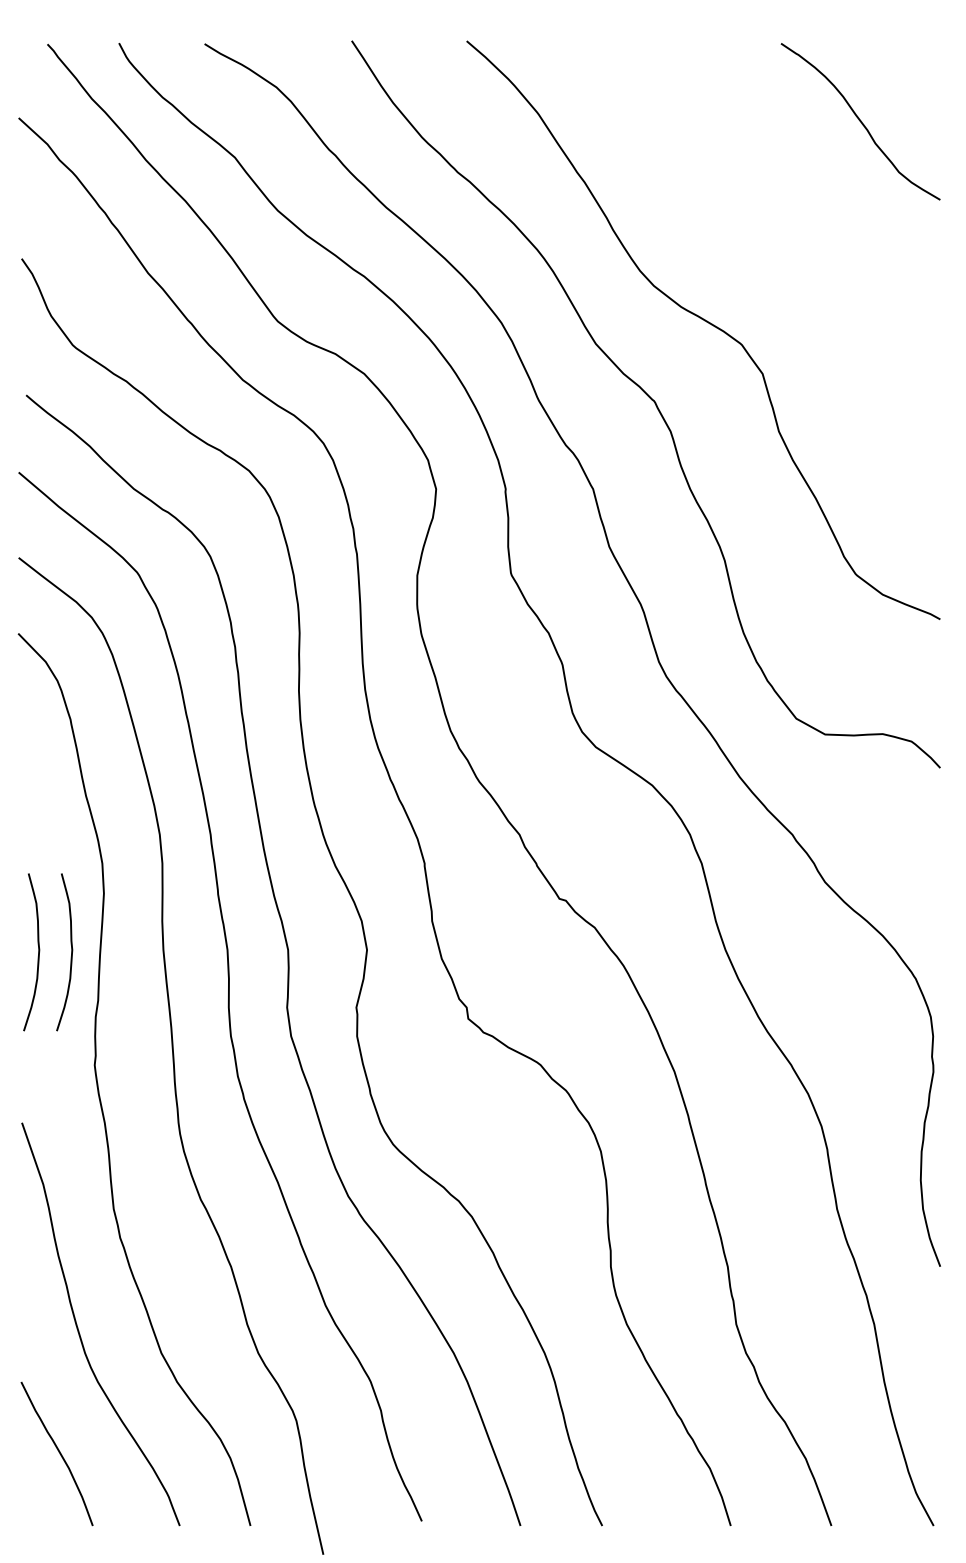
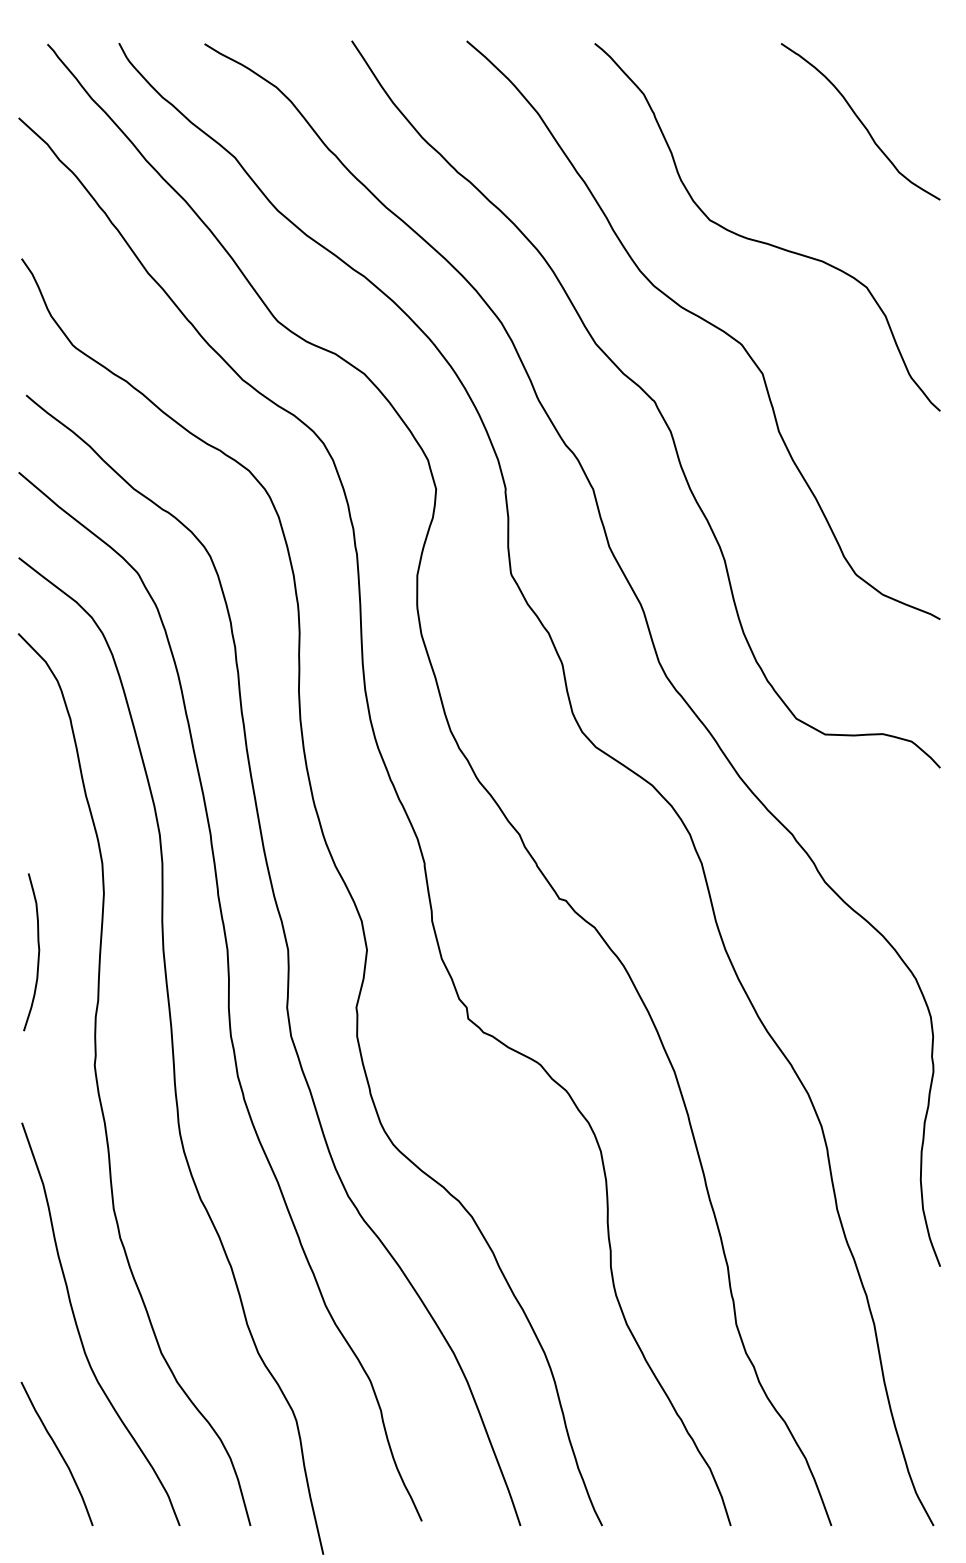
curve at (763, 241): none -> present
curve at (71, 952): present -> none
